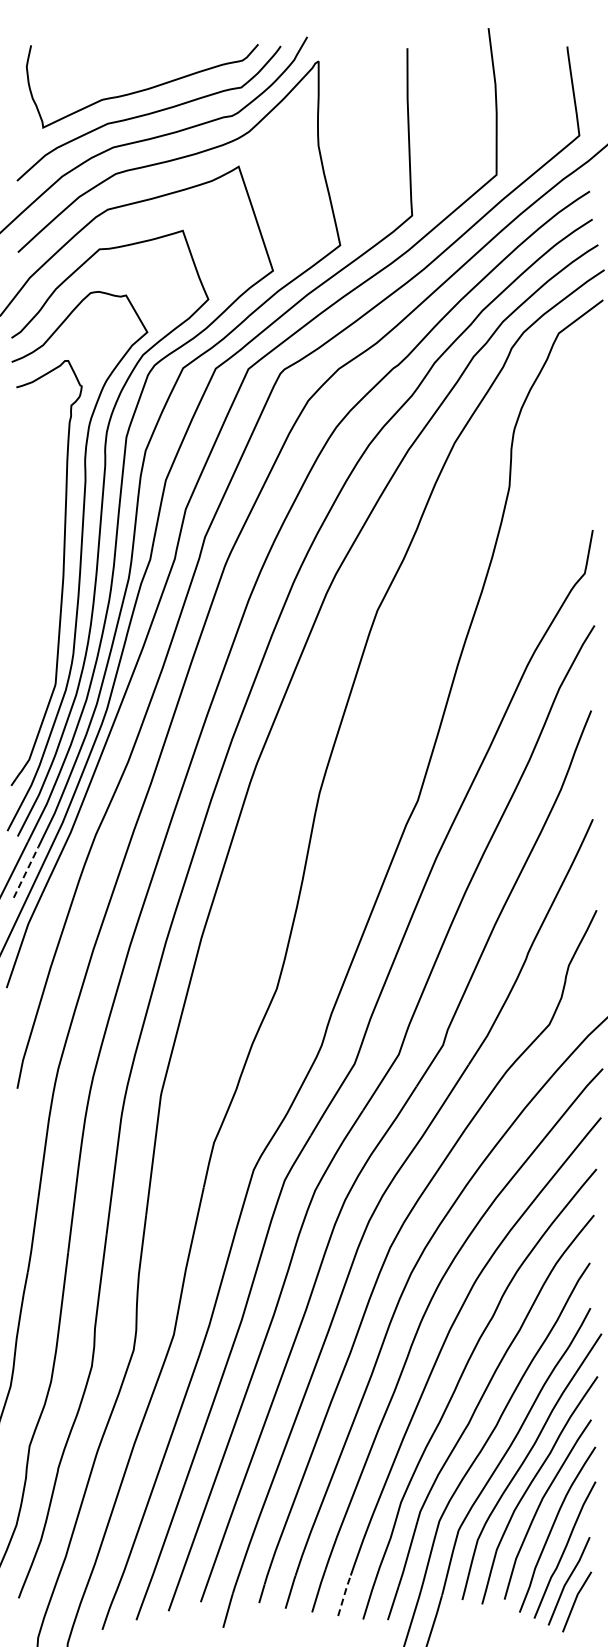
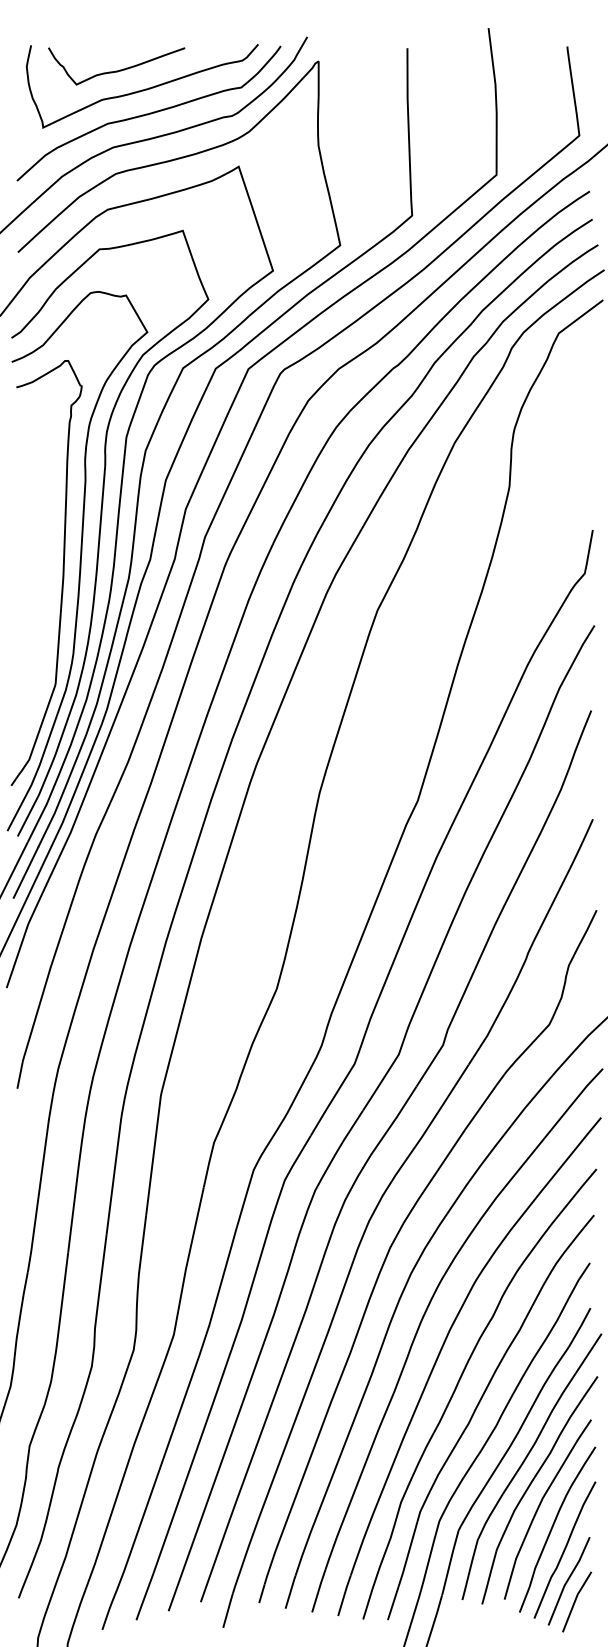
curve at (116, 70): none -> present
line at (26, 872): dashed -> solid
line at (344, 1594): dashed -> solid
